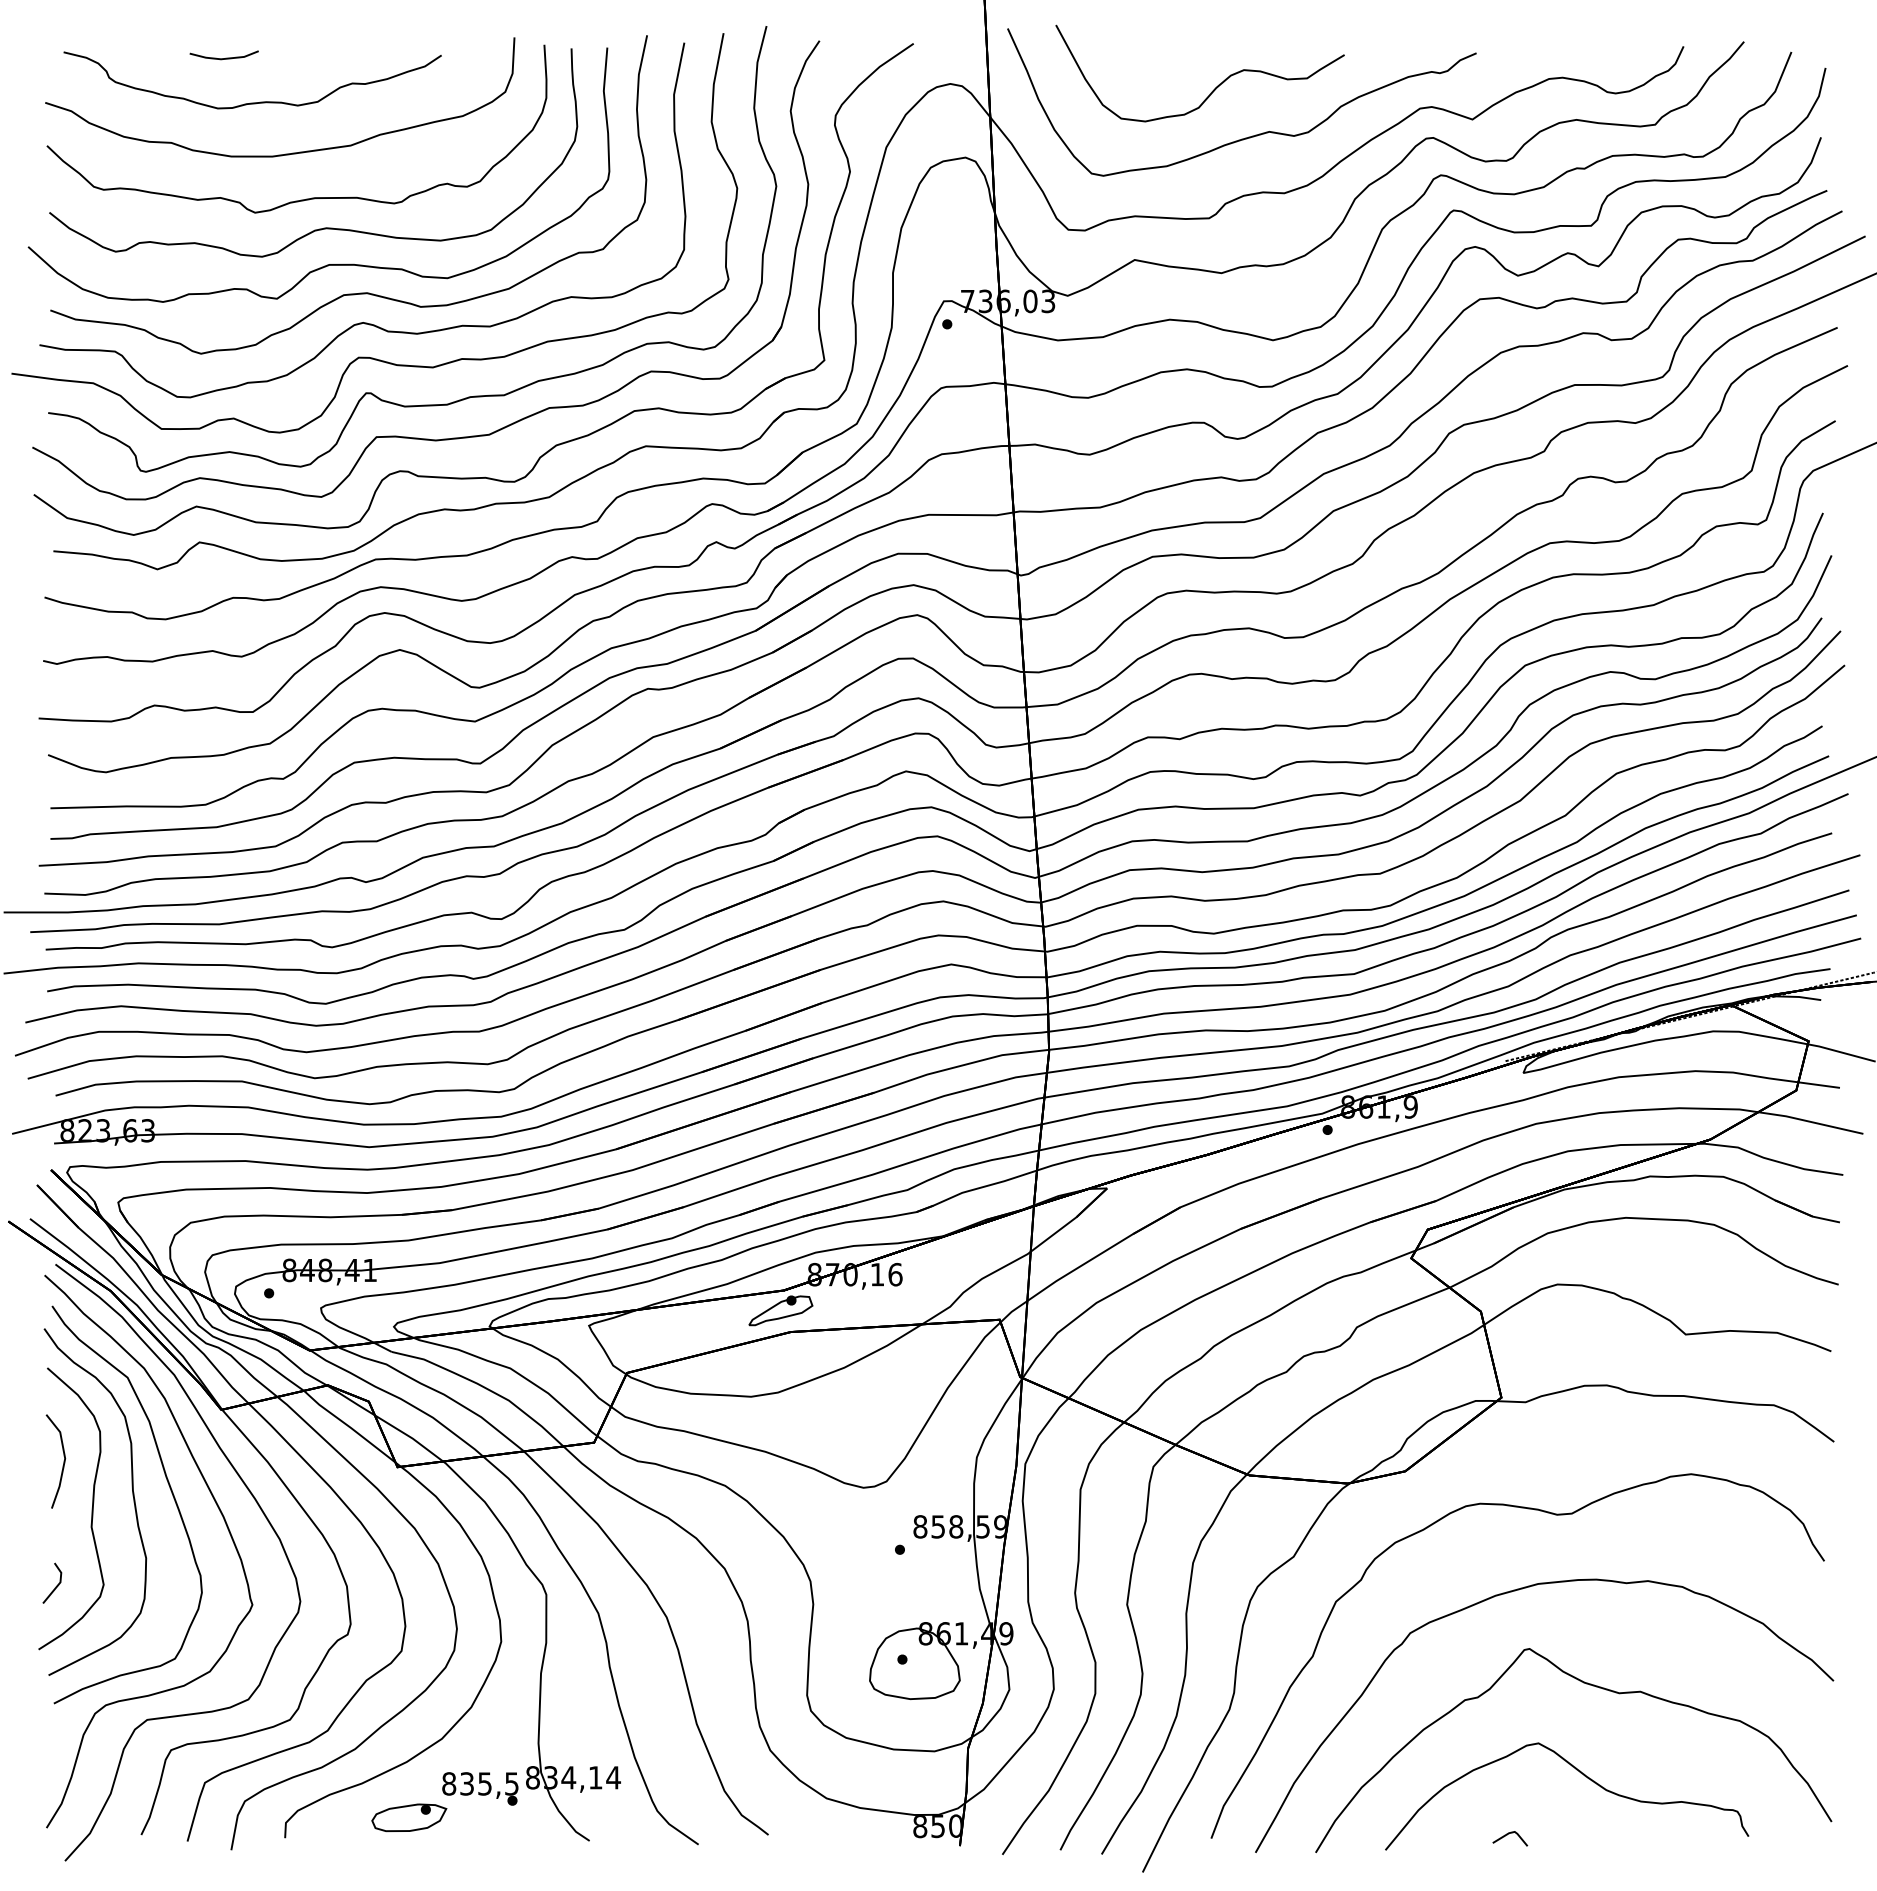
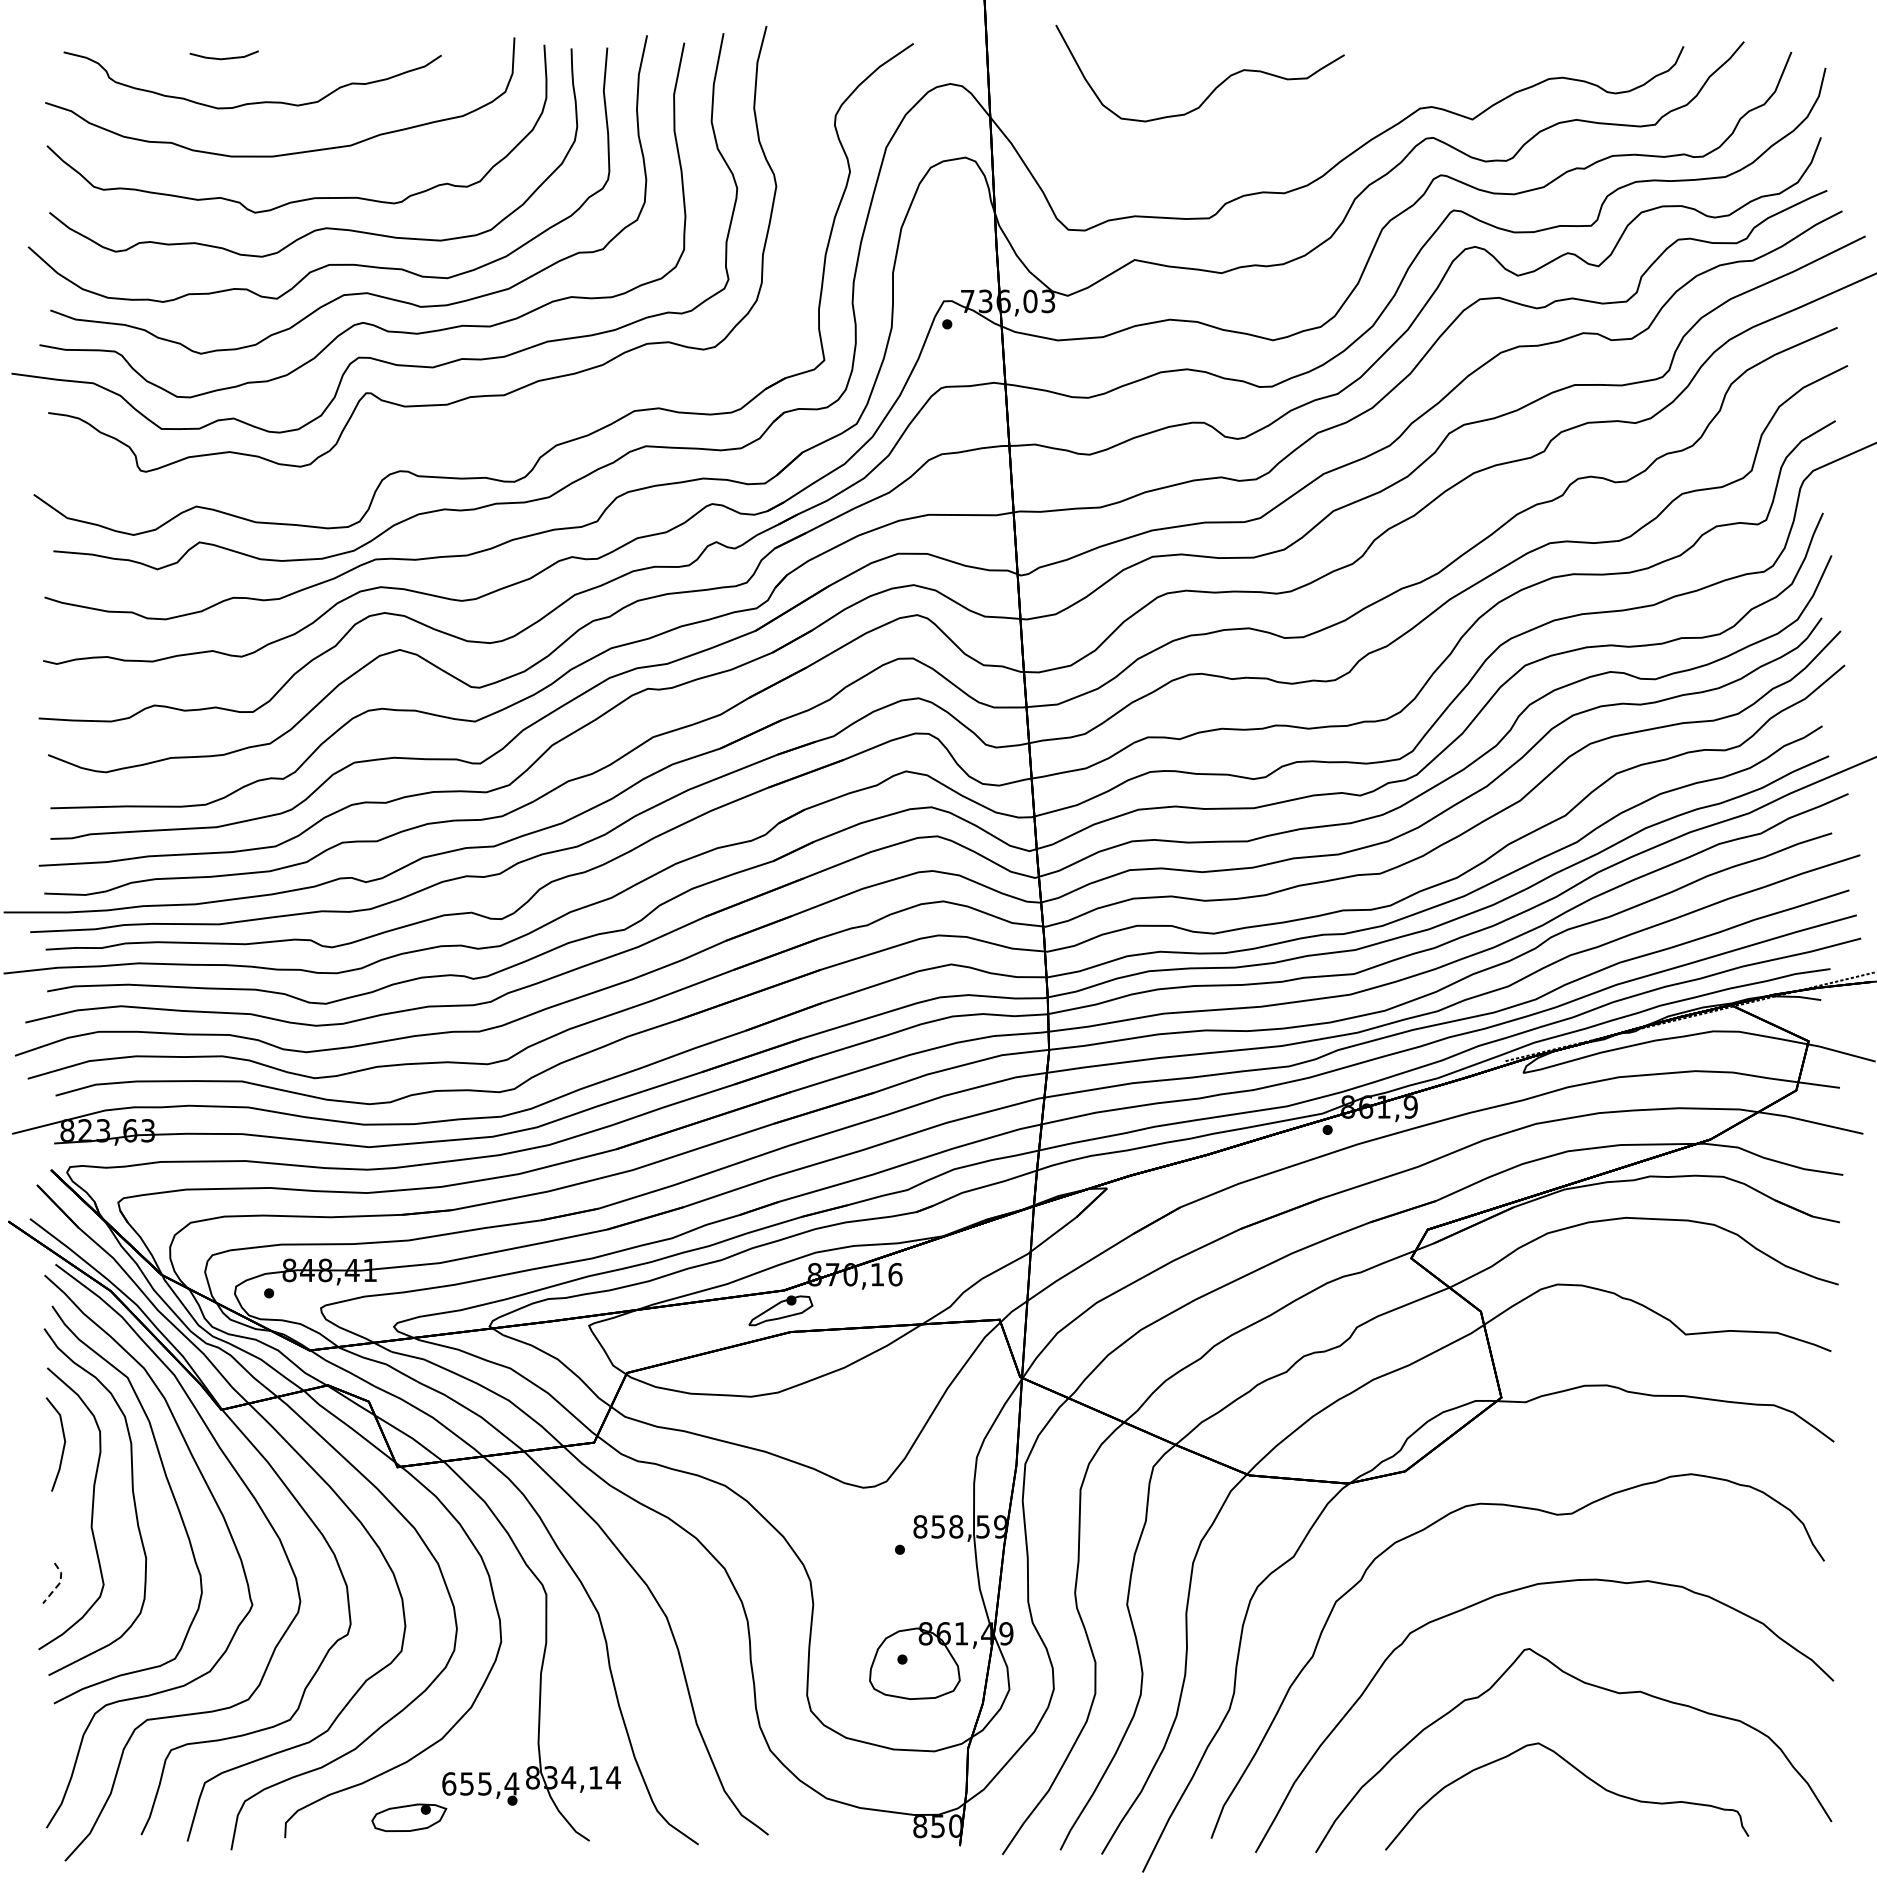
curve at (1248, 136): present -> none
part at (408, 436): present -> none
line at (63, 1461) position: (63, 1461) -> (63, 1444)
line at (59, 1583): solid -> dashed
text at (480, 1783): 835,5 -> 655,4
line at (1509, 1834): present -> none
